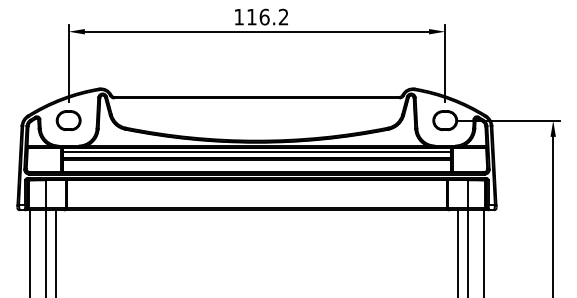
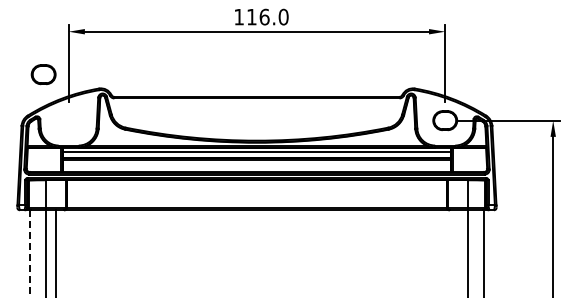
text at (283, 16): 116.2 -> 116.0
part at (68, 120) position: (68, 120) -> (43, 74)
line at (457, 252): present -> none
line at (30, 254): solid -> dashed
